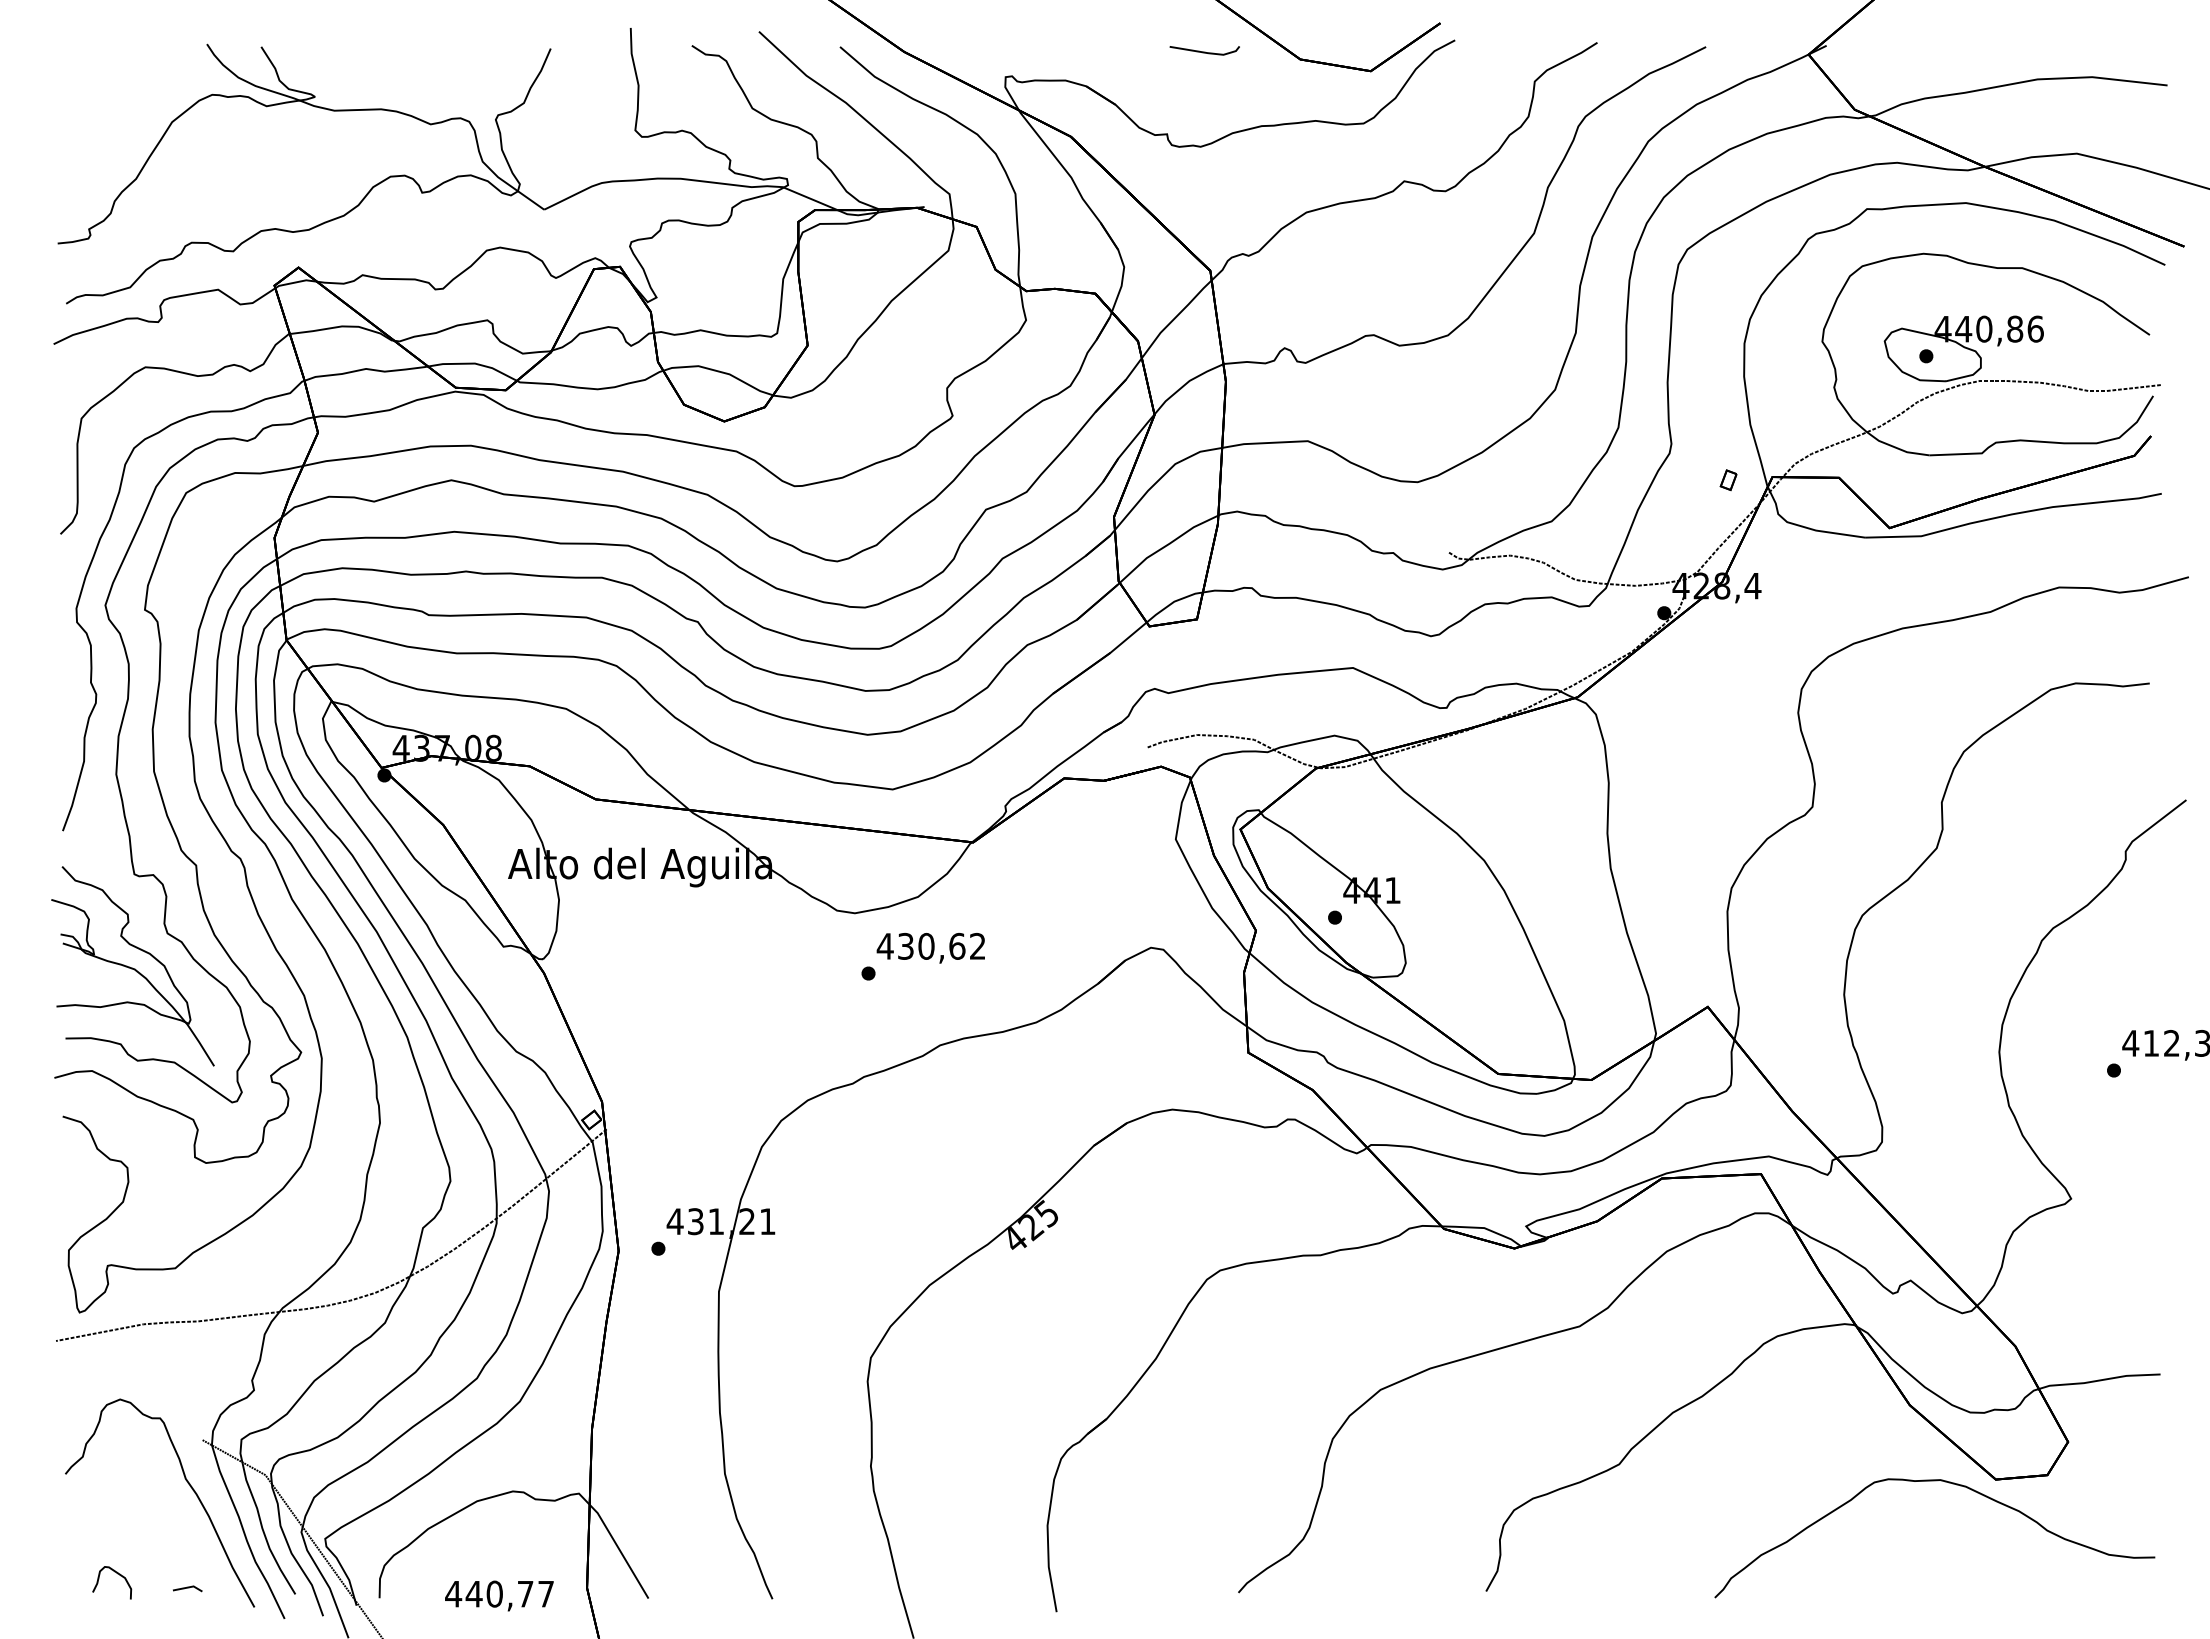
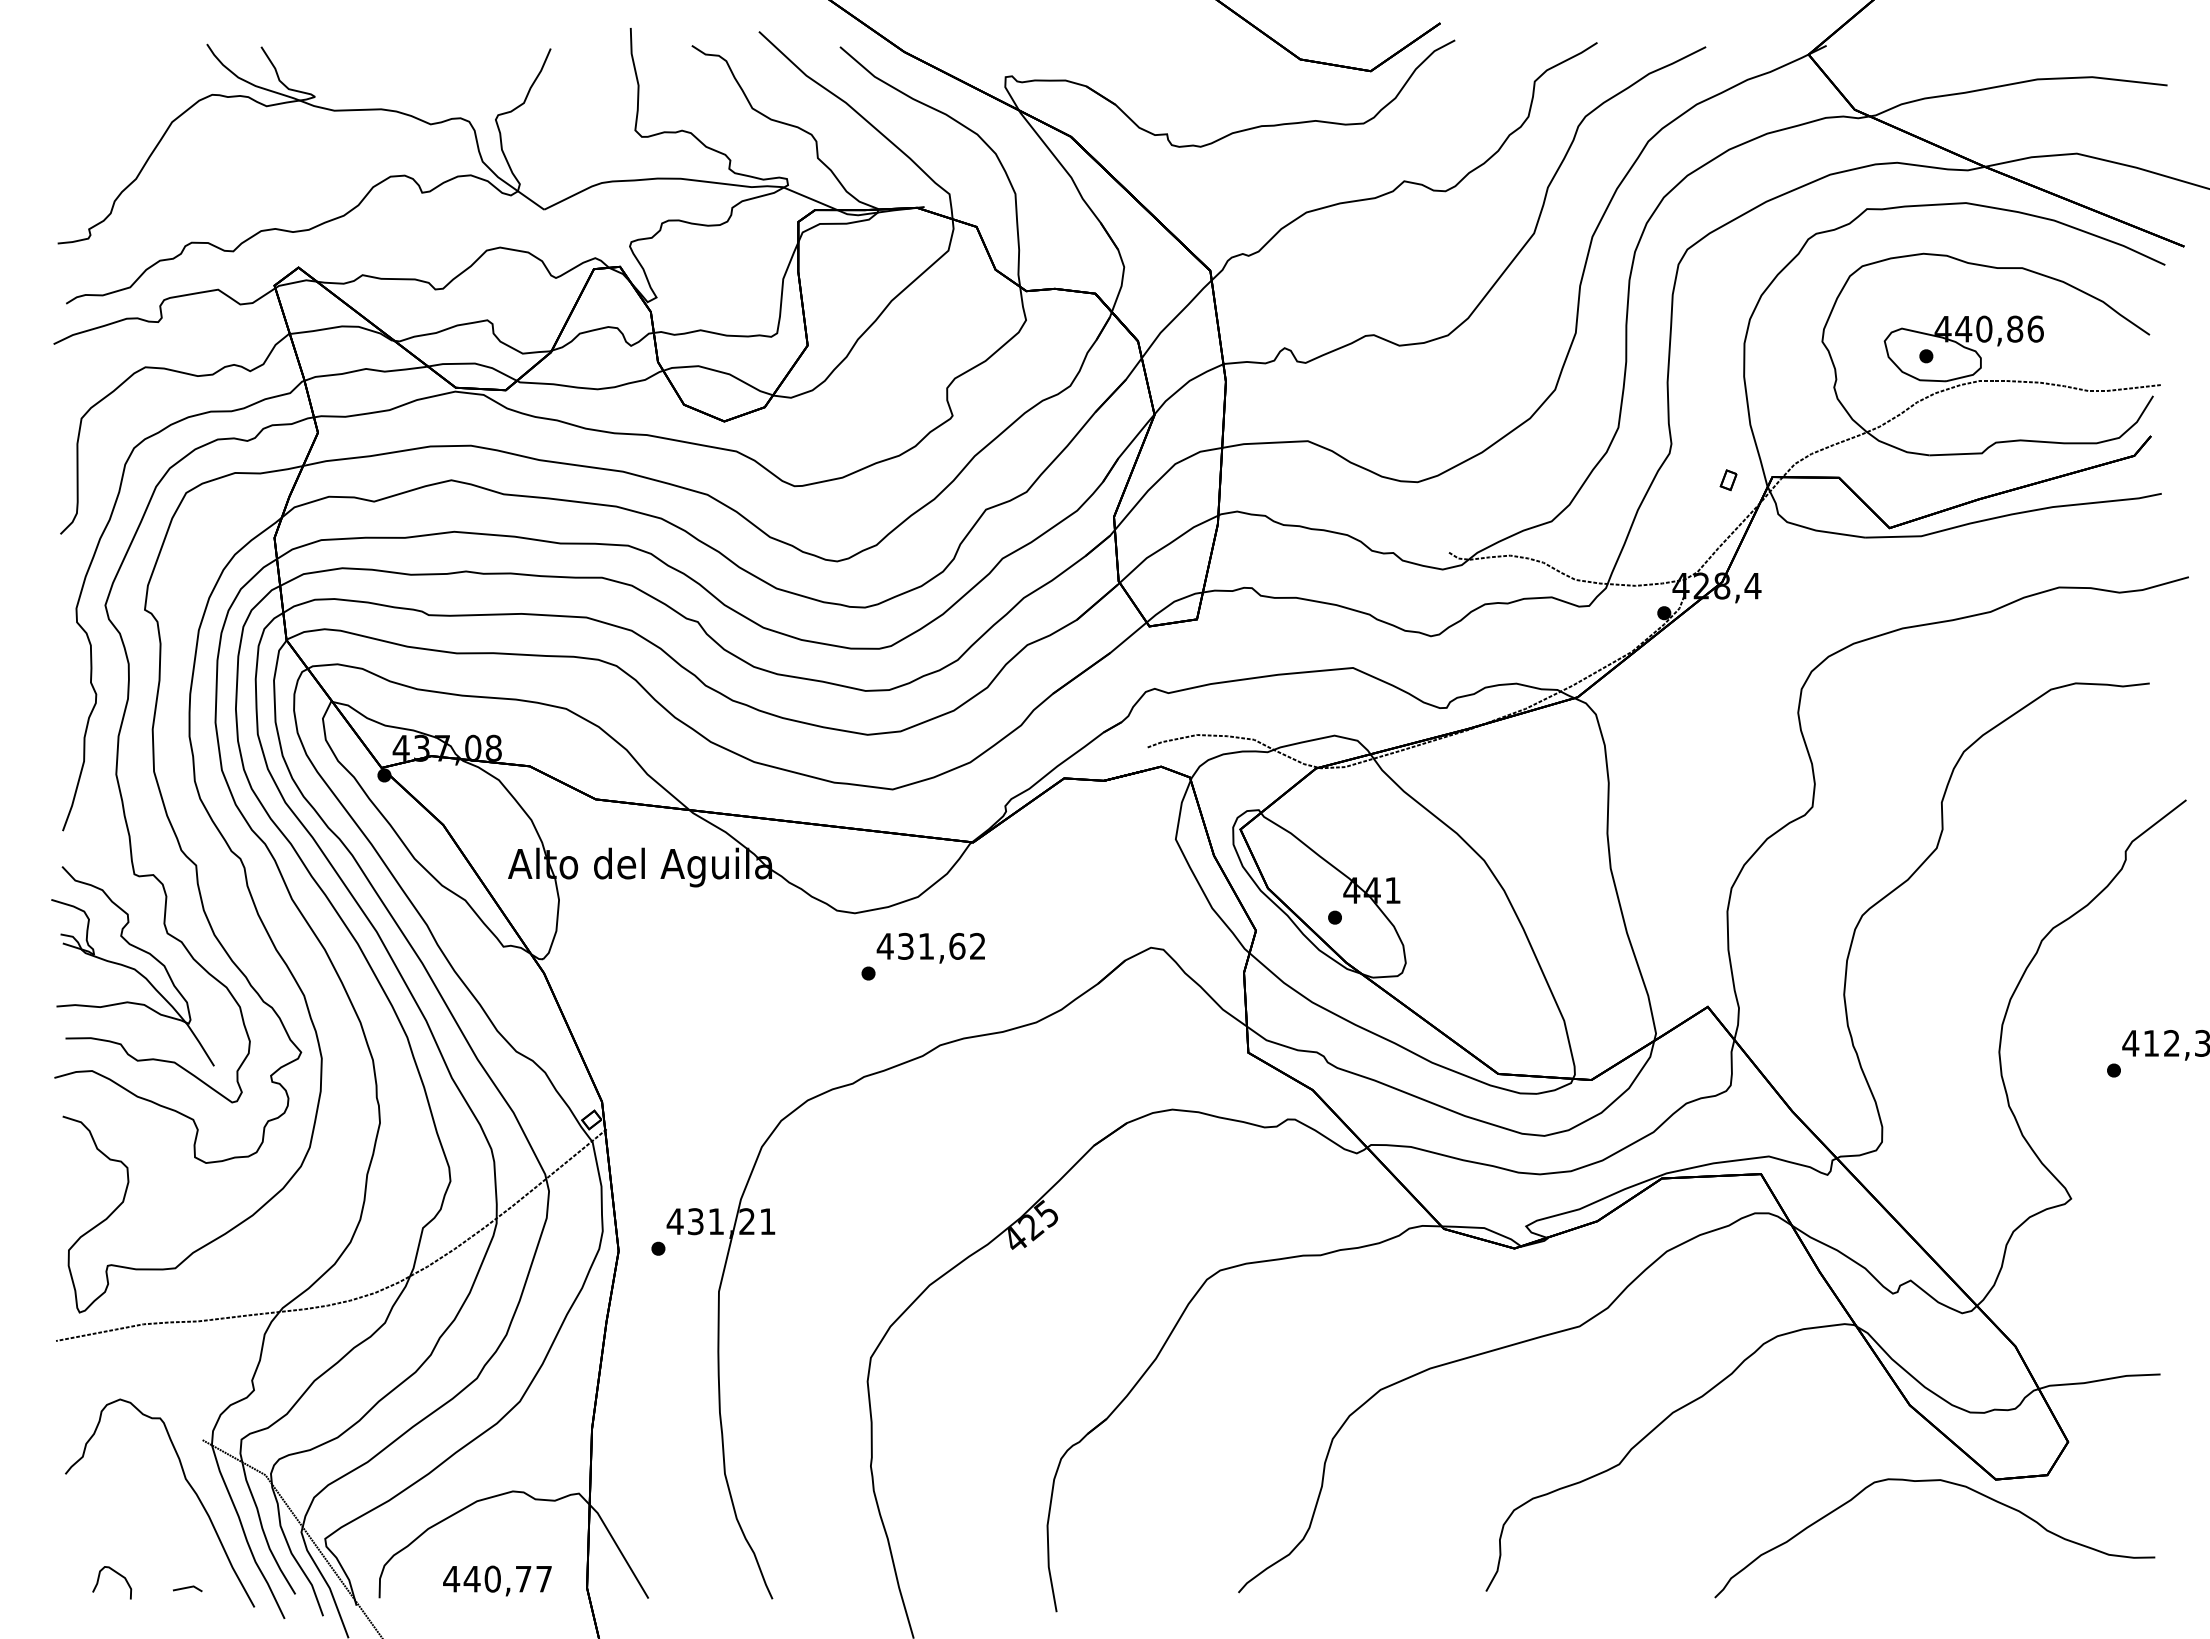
part at (1204, 50): present -> none
text at (926, 945): 430,62 -> 431,62
text at (499, 1595) position: (499, 1595) -> (497, 1580)
